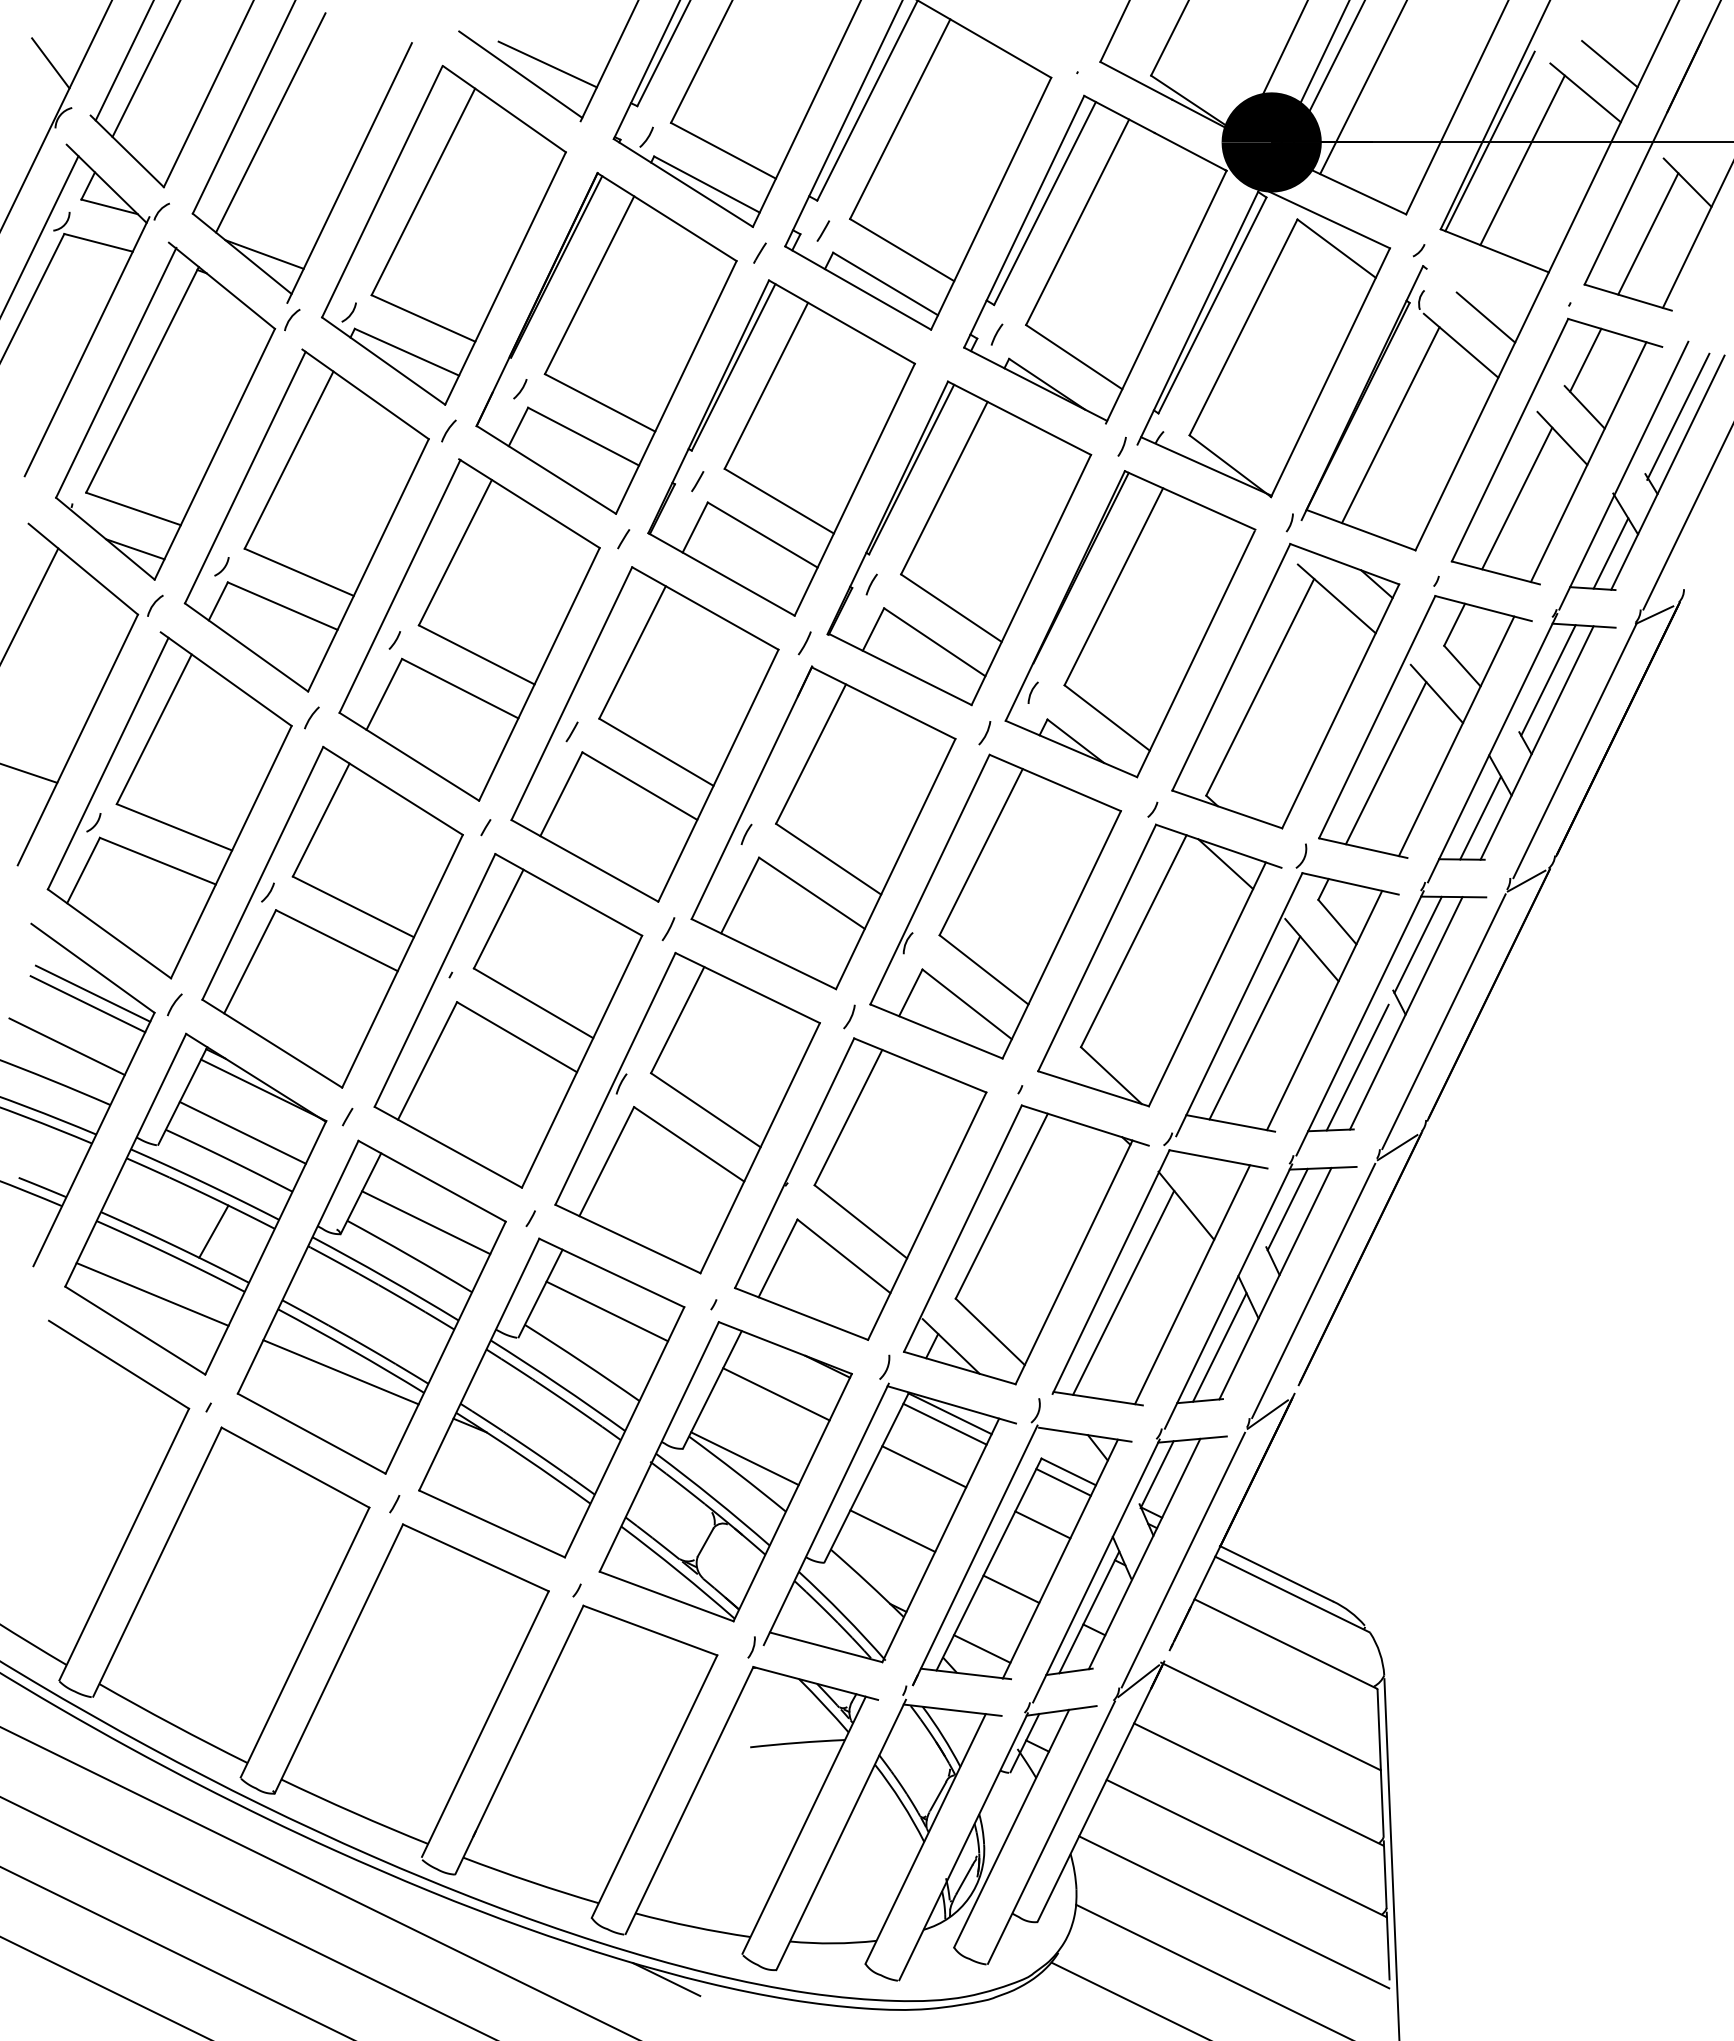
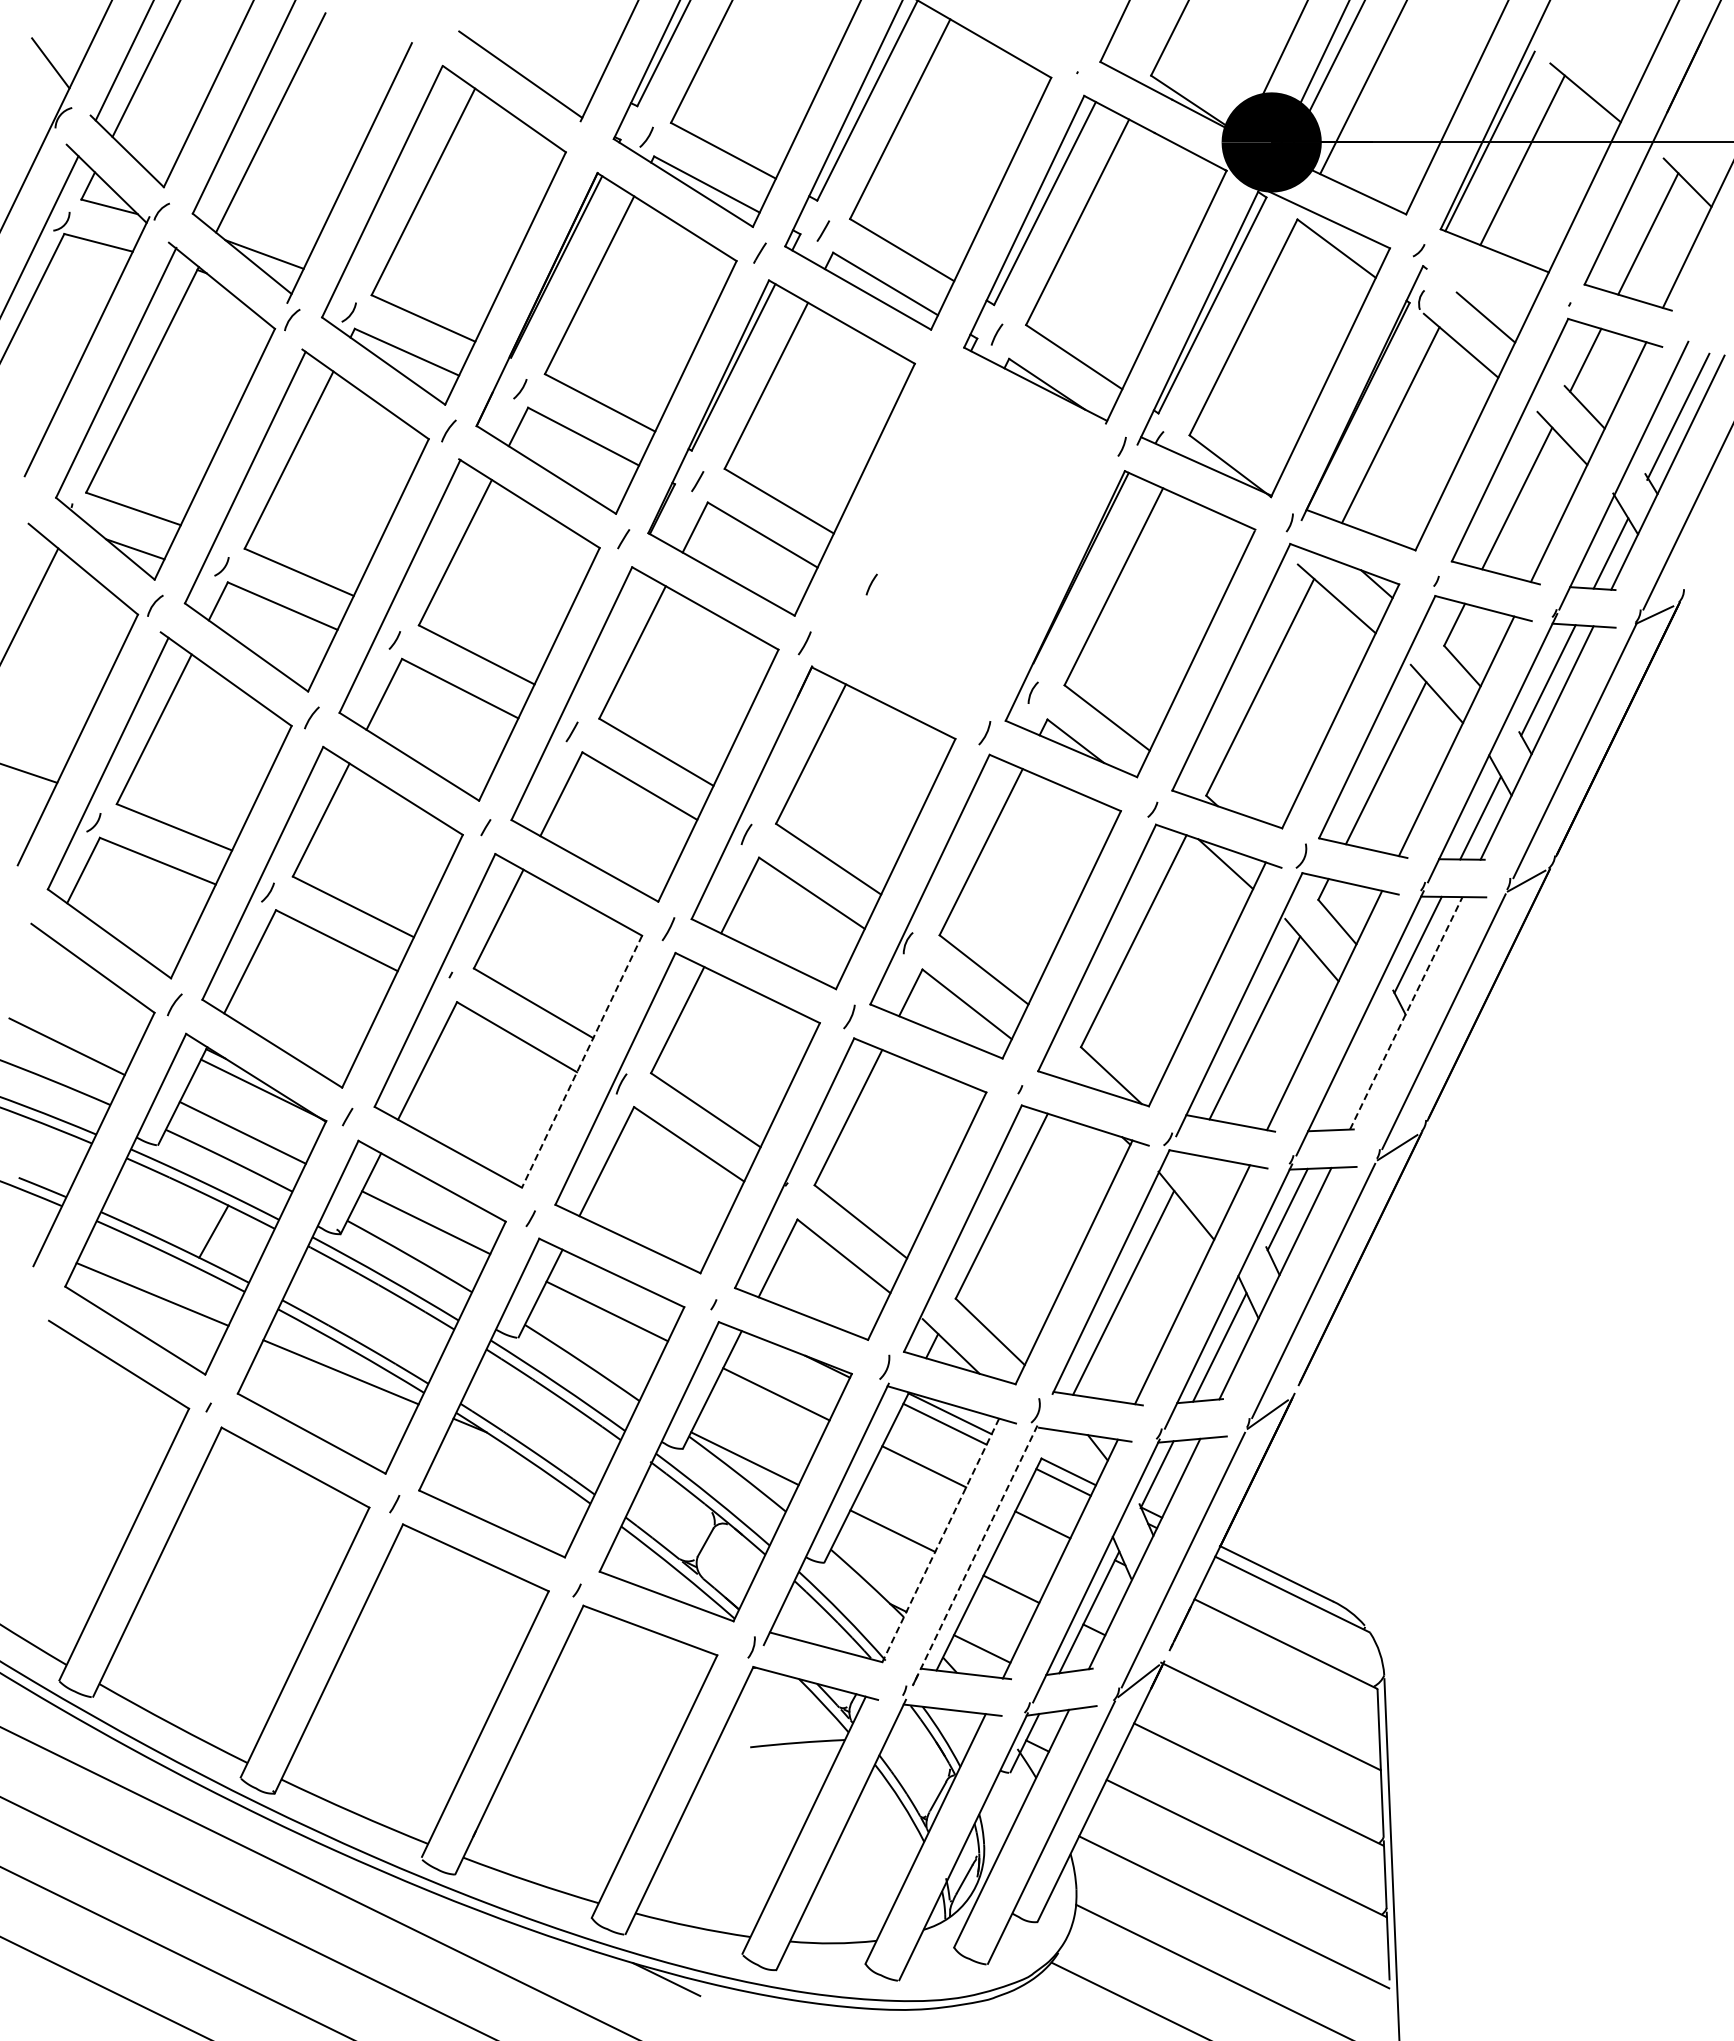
line at (547, 64): present -> none
line at (1609, 64): present -> none
part at (959, 543): present -> none
line at (92, 993): present -> none
line at (87, 1004): present -> none
line at (1406, 1012): solid -> dashed
line at (582, 1061): solid -> dashed
line at (1357, 1067): present -> none
line at (940, 1540): solid -> dashed
line at (975, 1555): solid -> dashed
